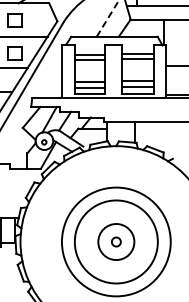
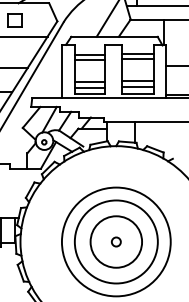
line at (108, 18): dashed -> solid
part at (14, 53): present -> none
circle at (116, 242) diameter: 36 px -> 51 px
